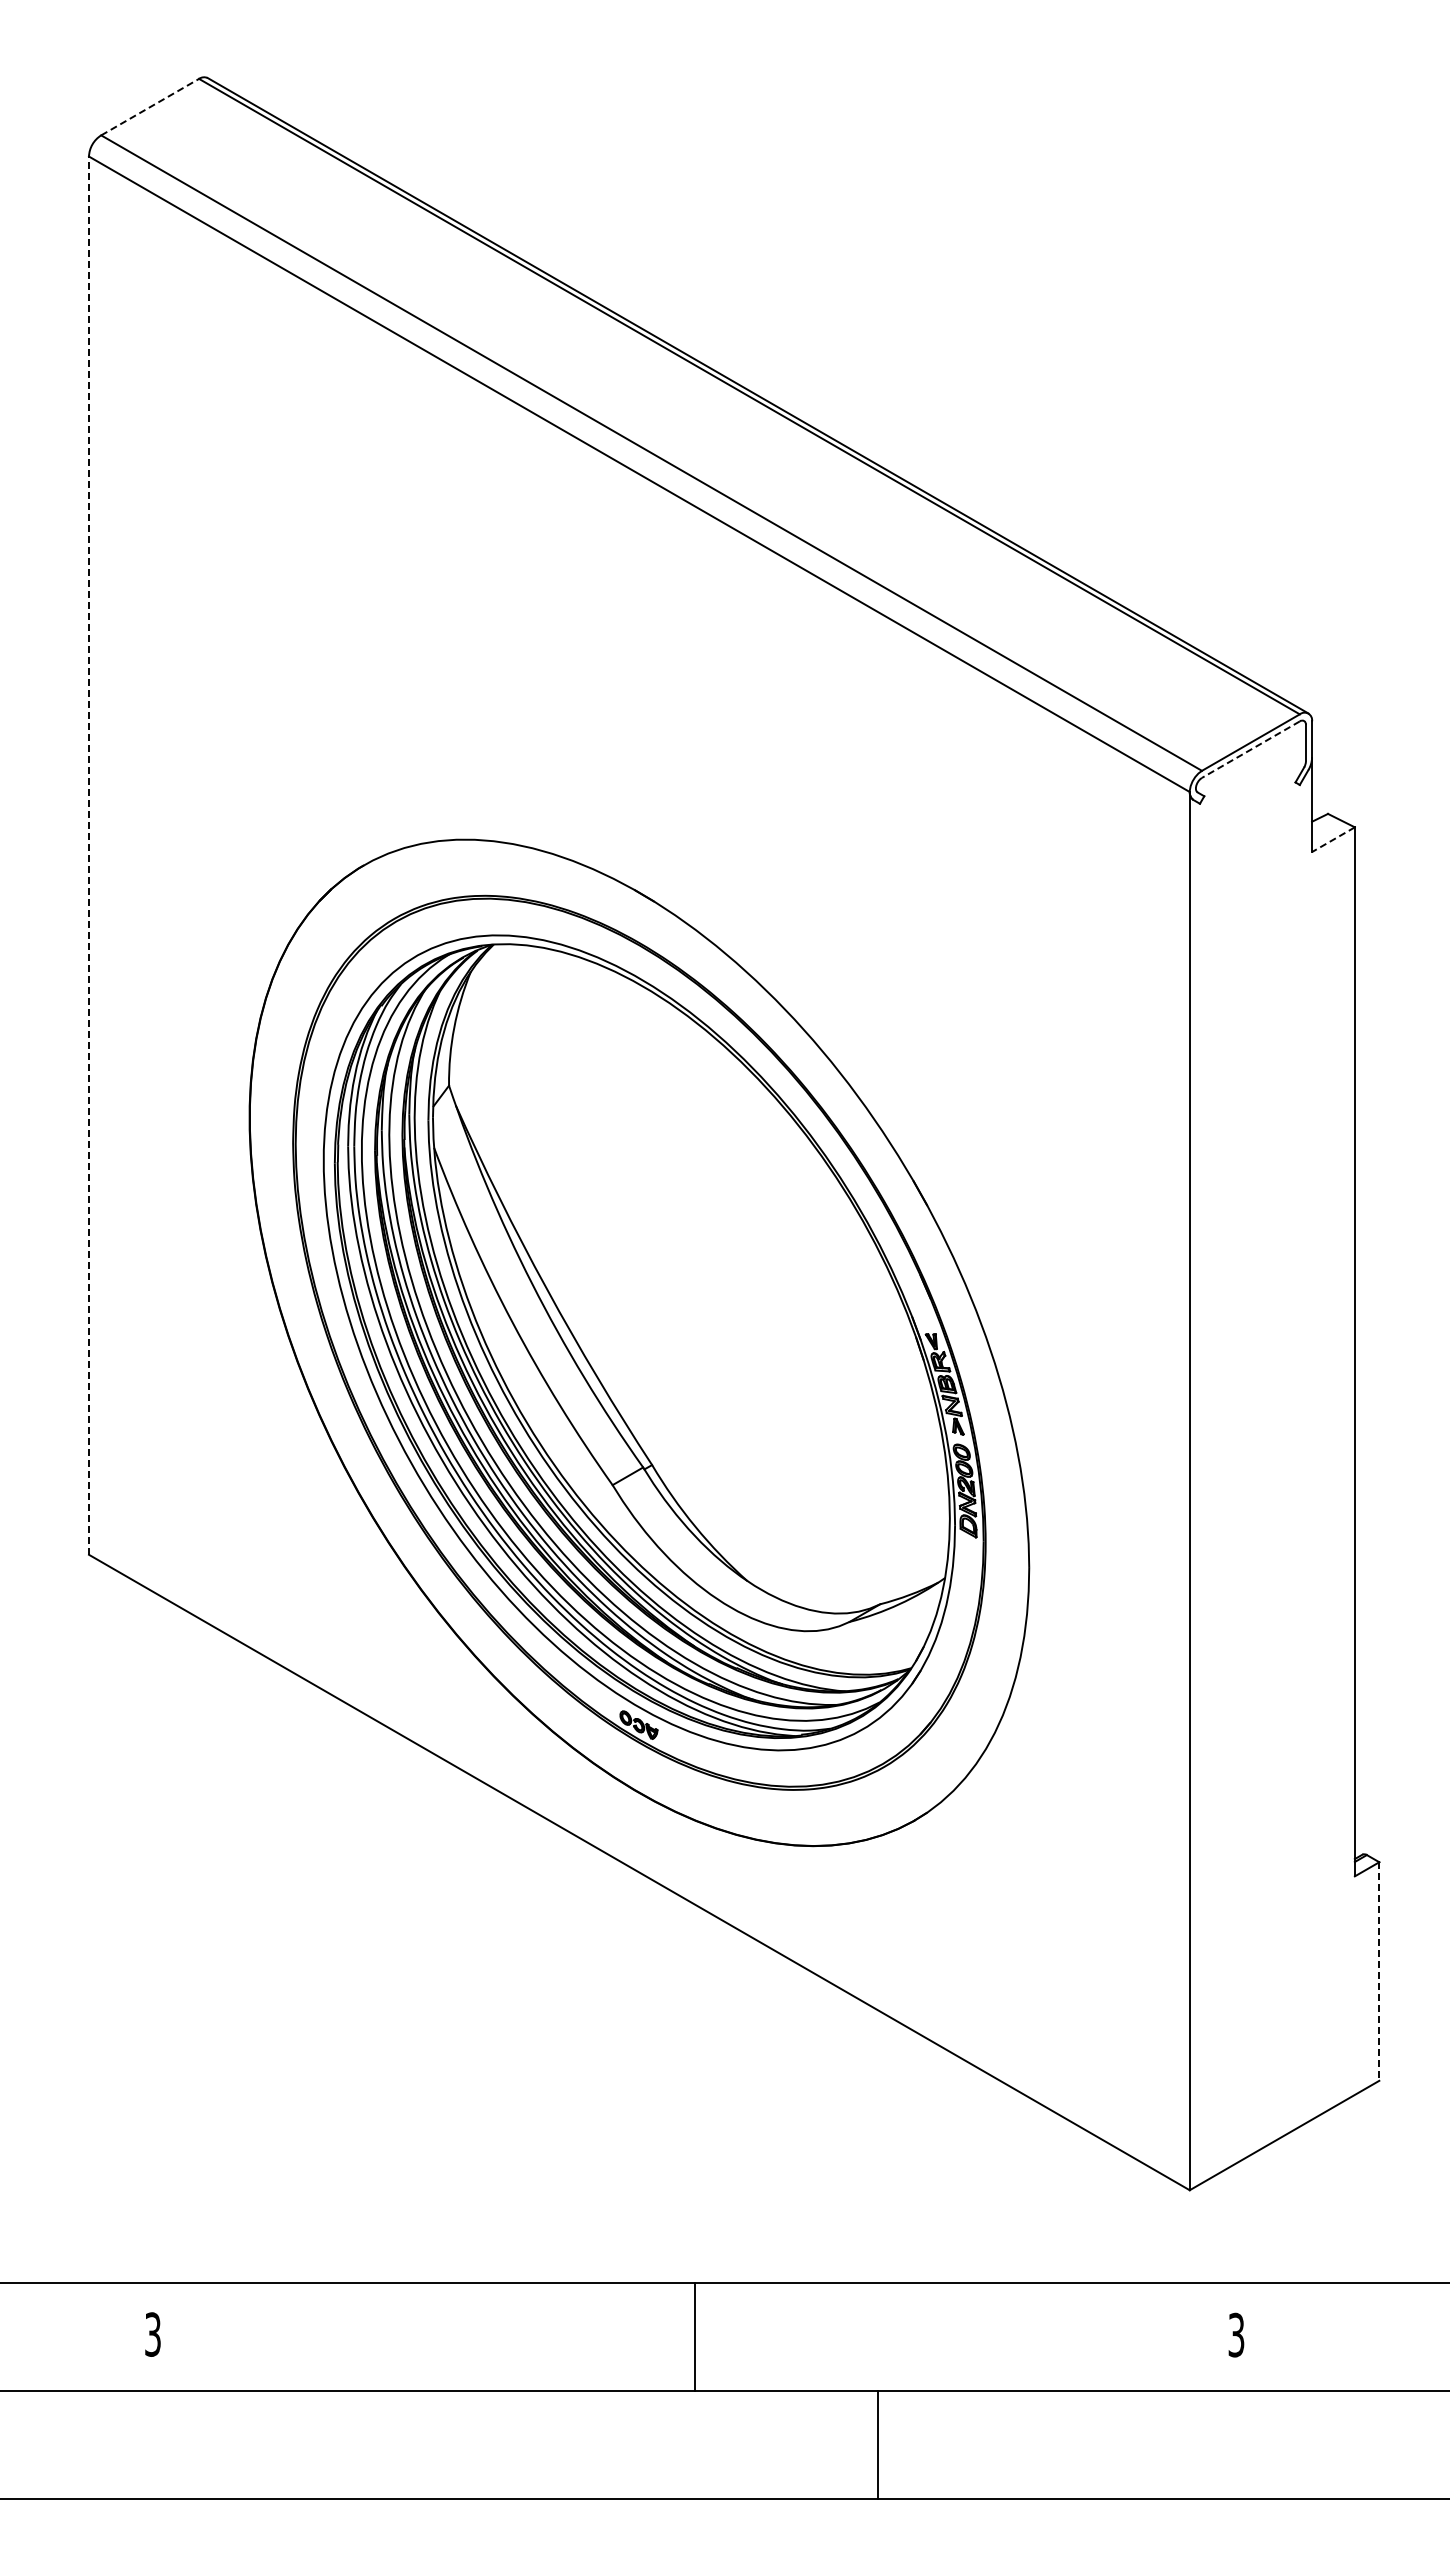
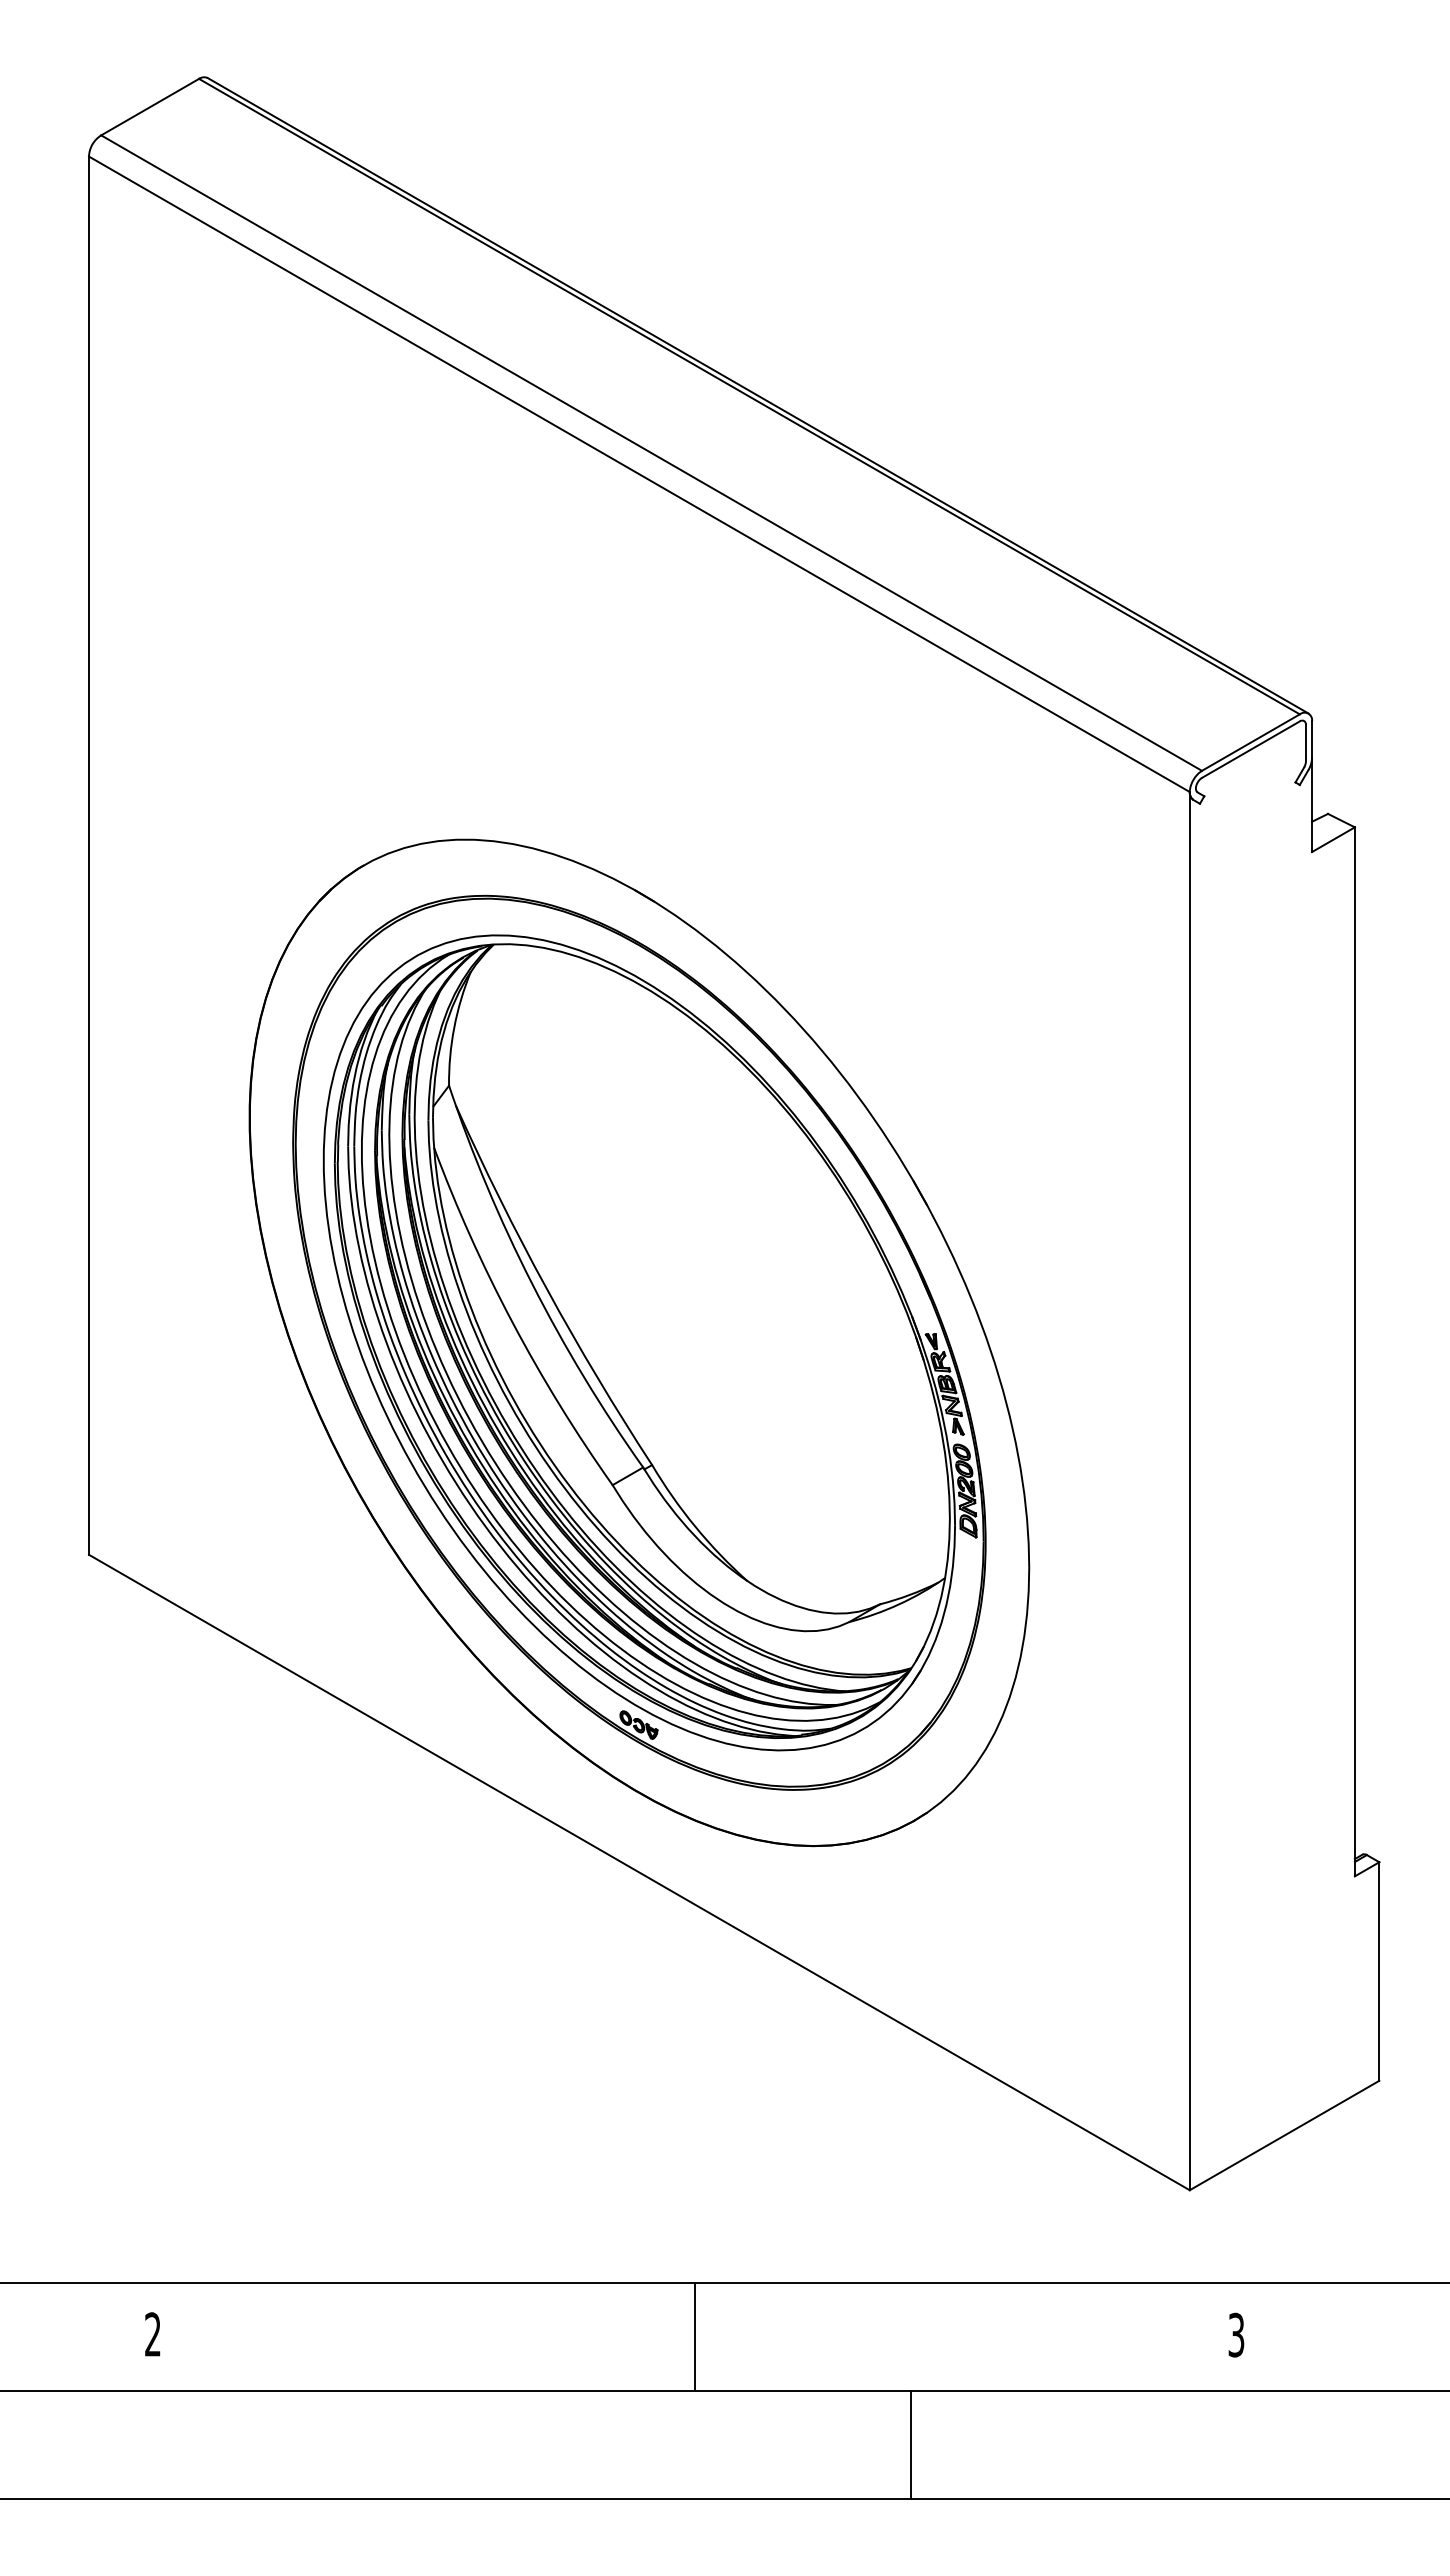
line at (150, 106): dashed -> solid
line at (1250, 749): dashed -> solid
line at (1333, 839): dashed -> solid
line at (89, 855): dashed -> solid
line at (1379, 1972): dashed -> solid
text at (152, 2334): 3 -> 2
line at (878, 2444) position: (878, 2444) -> (911, 2444)
